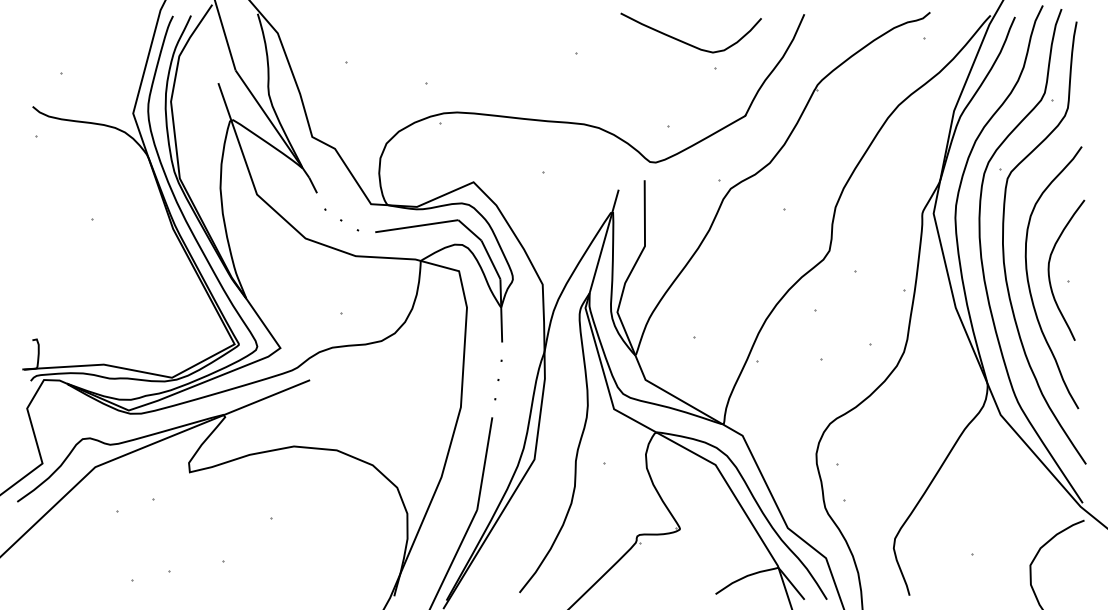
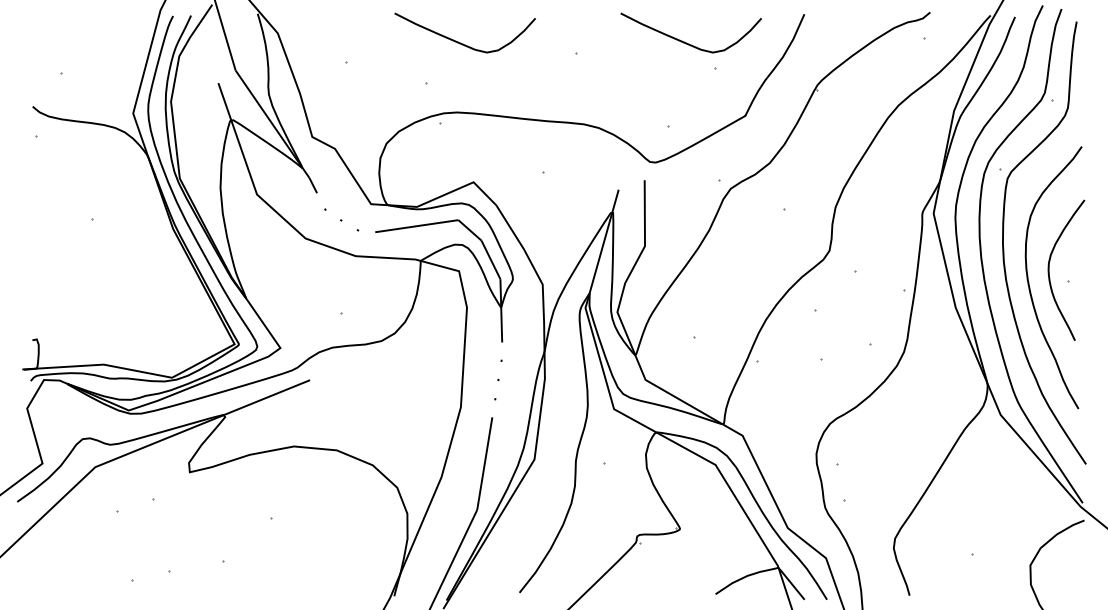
curve at (460, 42): none -> present
